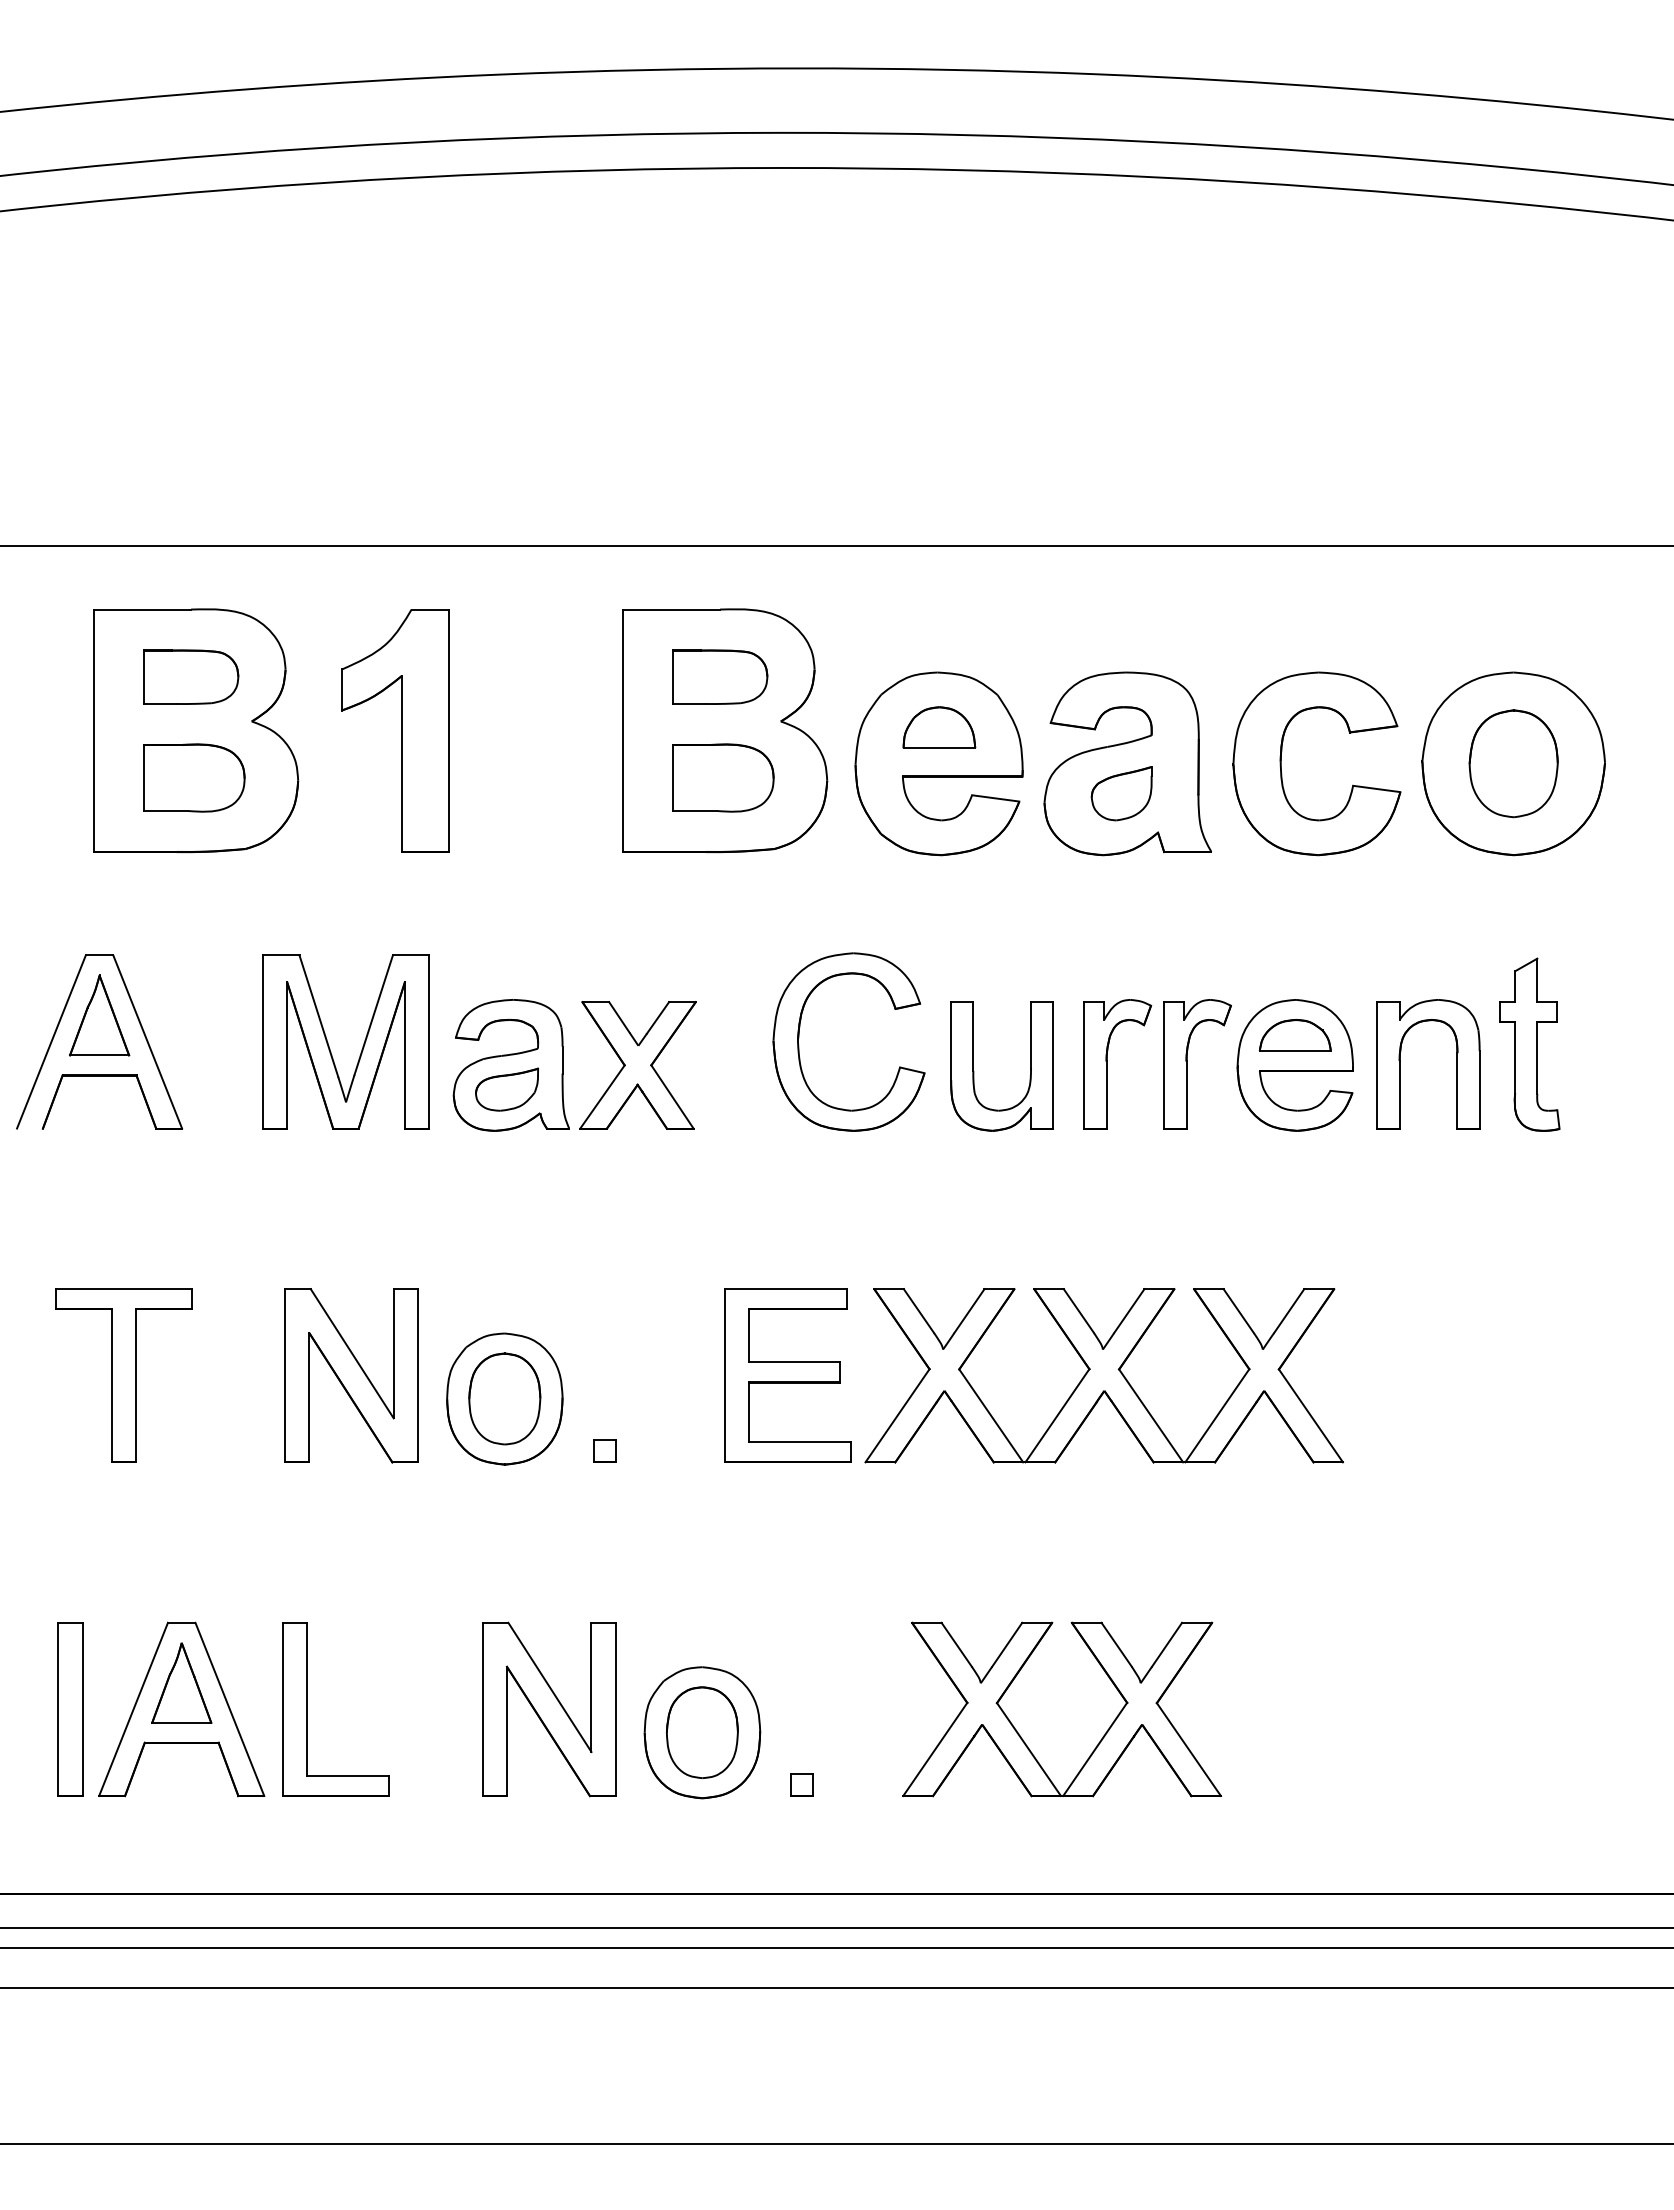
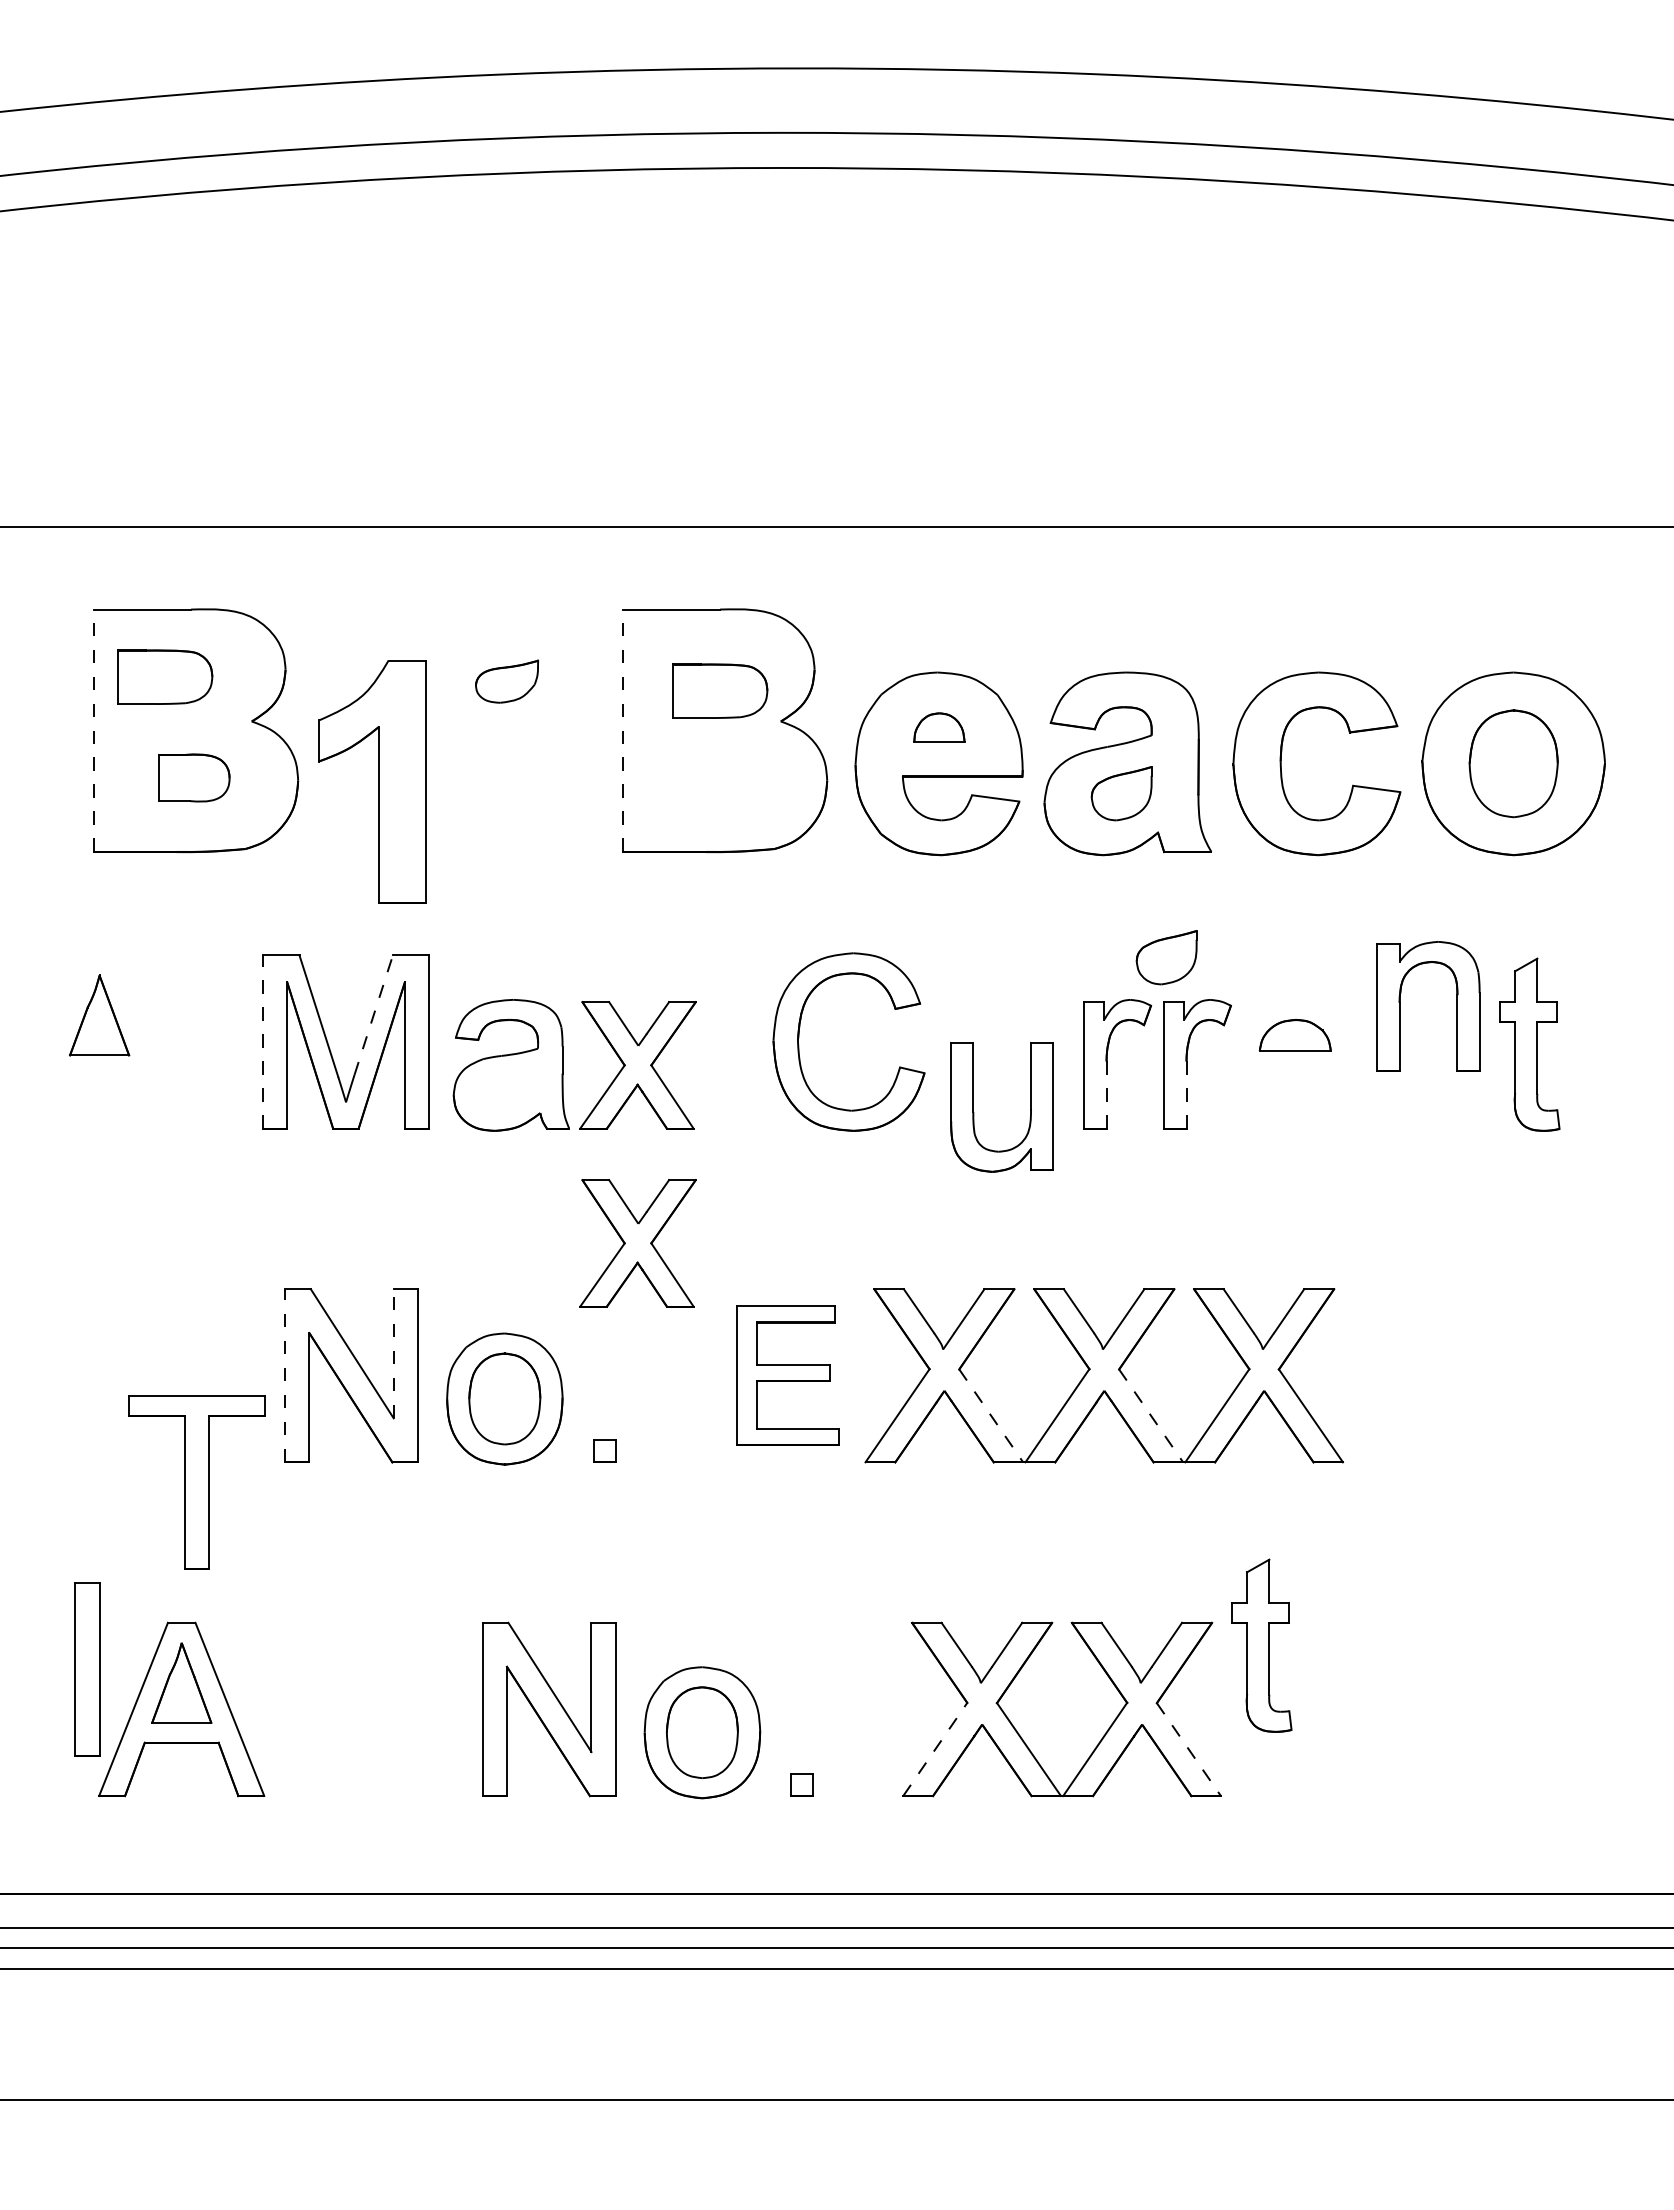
line at (836, 545) position: (836, 545) -> (836, 526)
part at (191, 676) position: (191, 676) -> (165, 676)
part at (720, 676) position: (720, 676) -> (720, 690)
part at (939, 727) size: 75x43 px -> 53x31 px
line at (93, 730): solid -> dashed
part at (395, 730) position: (395, 730) -> (372, 781)
line at (622, 730): solid -> dashed
part at (194, 777) size: 103x70 px -> 73x50 px
part at (723, 777): present -> none
part at (1166, 957): none -> present
line at (373, 1015): solid -> dashed
line at (262, 1042): solid -> dashed
part at (1400, 1064) position: (1400, 1064) -> (1400, 1006)
part at (1294, 1065): present -> none
part at (974, 1071) position: (974, 1071) -> (974, 1112)
part at (99, 1074): present -> none
part at (506, 1089) position: (506, 1089) -> (506, 681)
line at (1106, 1094): solid -> dashed
line at (1186, 1094): solid -> dashed
part at (637, 1243): none -> present
line at (393, 1353): solid -> dashed
part at (123, 1375) position: (123, 1375) -> (196, 1482)
line at (285, 1375): solid -> dashed
part at (787, 1375) size: 128x175 px -> 104x141 px
line at (991, 1416): solid -> dashed
line at (1151, 1416): solid -> dashed
part at (1261, 1645): none -> present
part at (70, 1709) position: (70, 1709) -> (87, 1669)
part at (307, 1709): present -> none
line at (935, 1749): solid -> dashed
line at (1189, 1749): solid -> dashed
line at (836, 1987) position: (836, 1987) -> (836, 1968)
line at (836, 2143) position: (836, 2143) -> (836, 2099)
